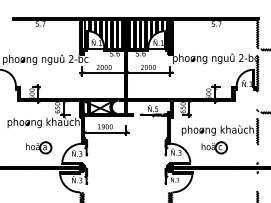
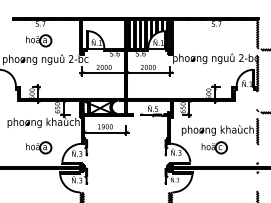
hatch at (103, 34): present -> none
part at (39, 40): none -> present
